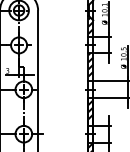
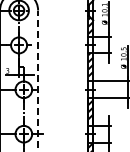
line at (38, 80): solid -> dashed
